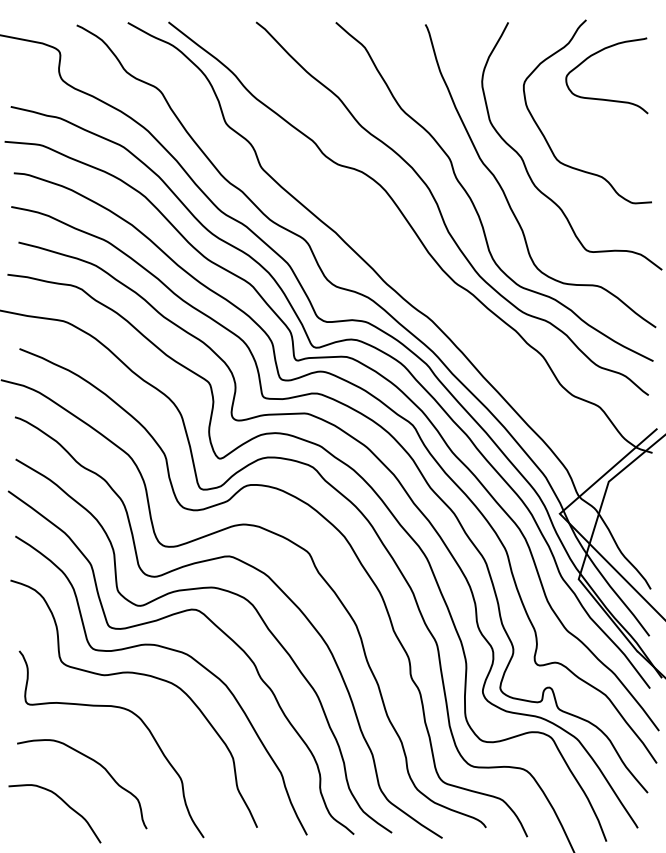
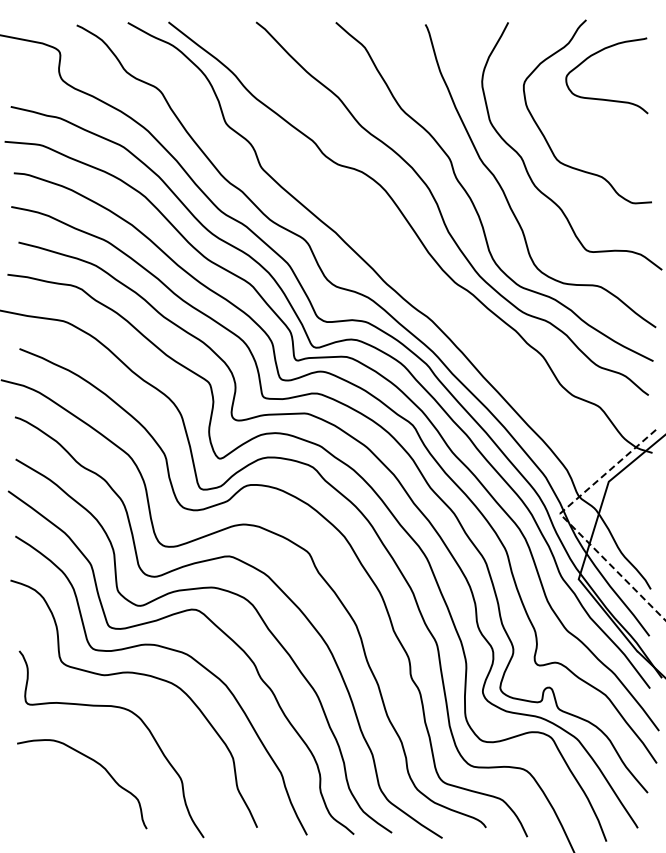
line at (566, 520): solid -> dashed
curve at (64, 803): present -> none
